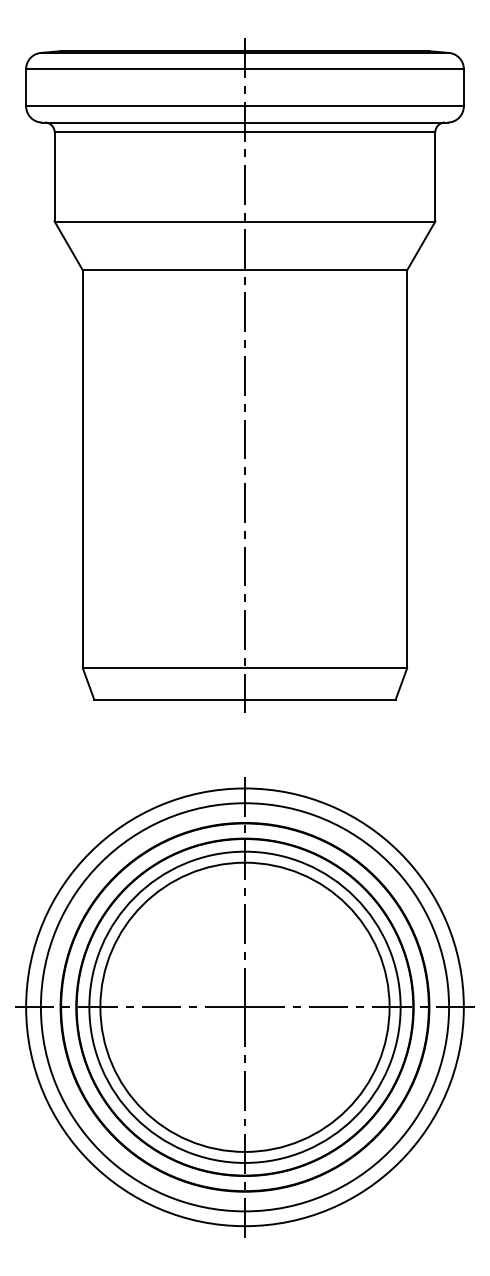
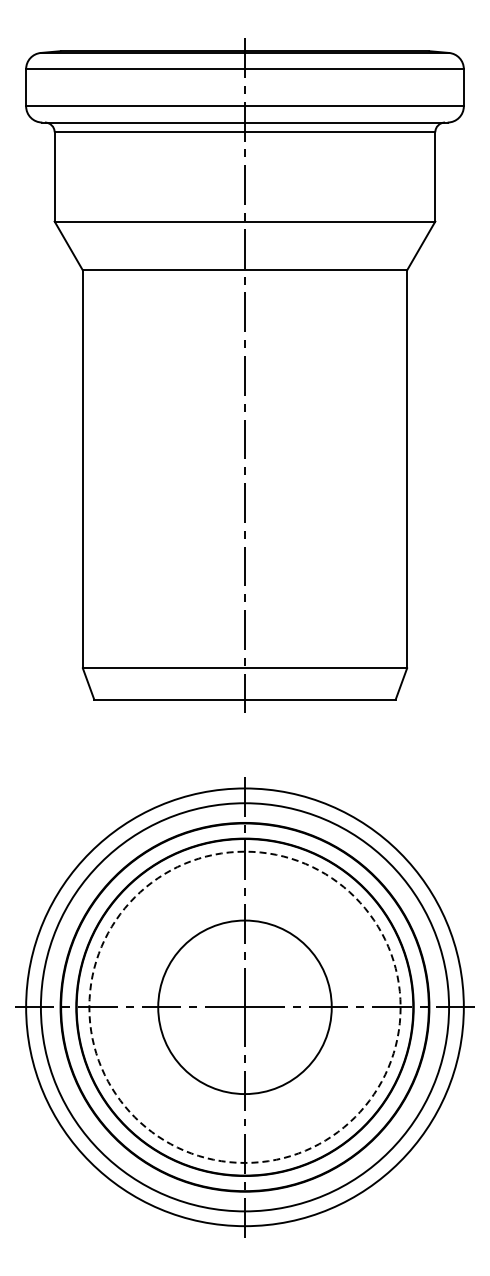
circle at (244, 1006) diameter: 289 px -> 174 px
circle at (244, 1006): solid -> dashed
